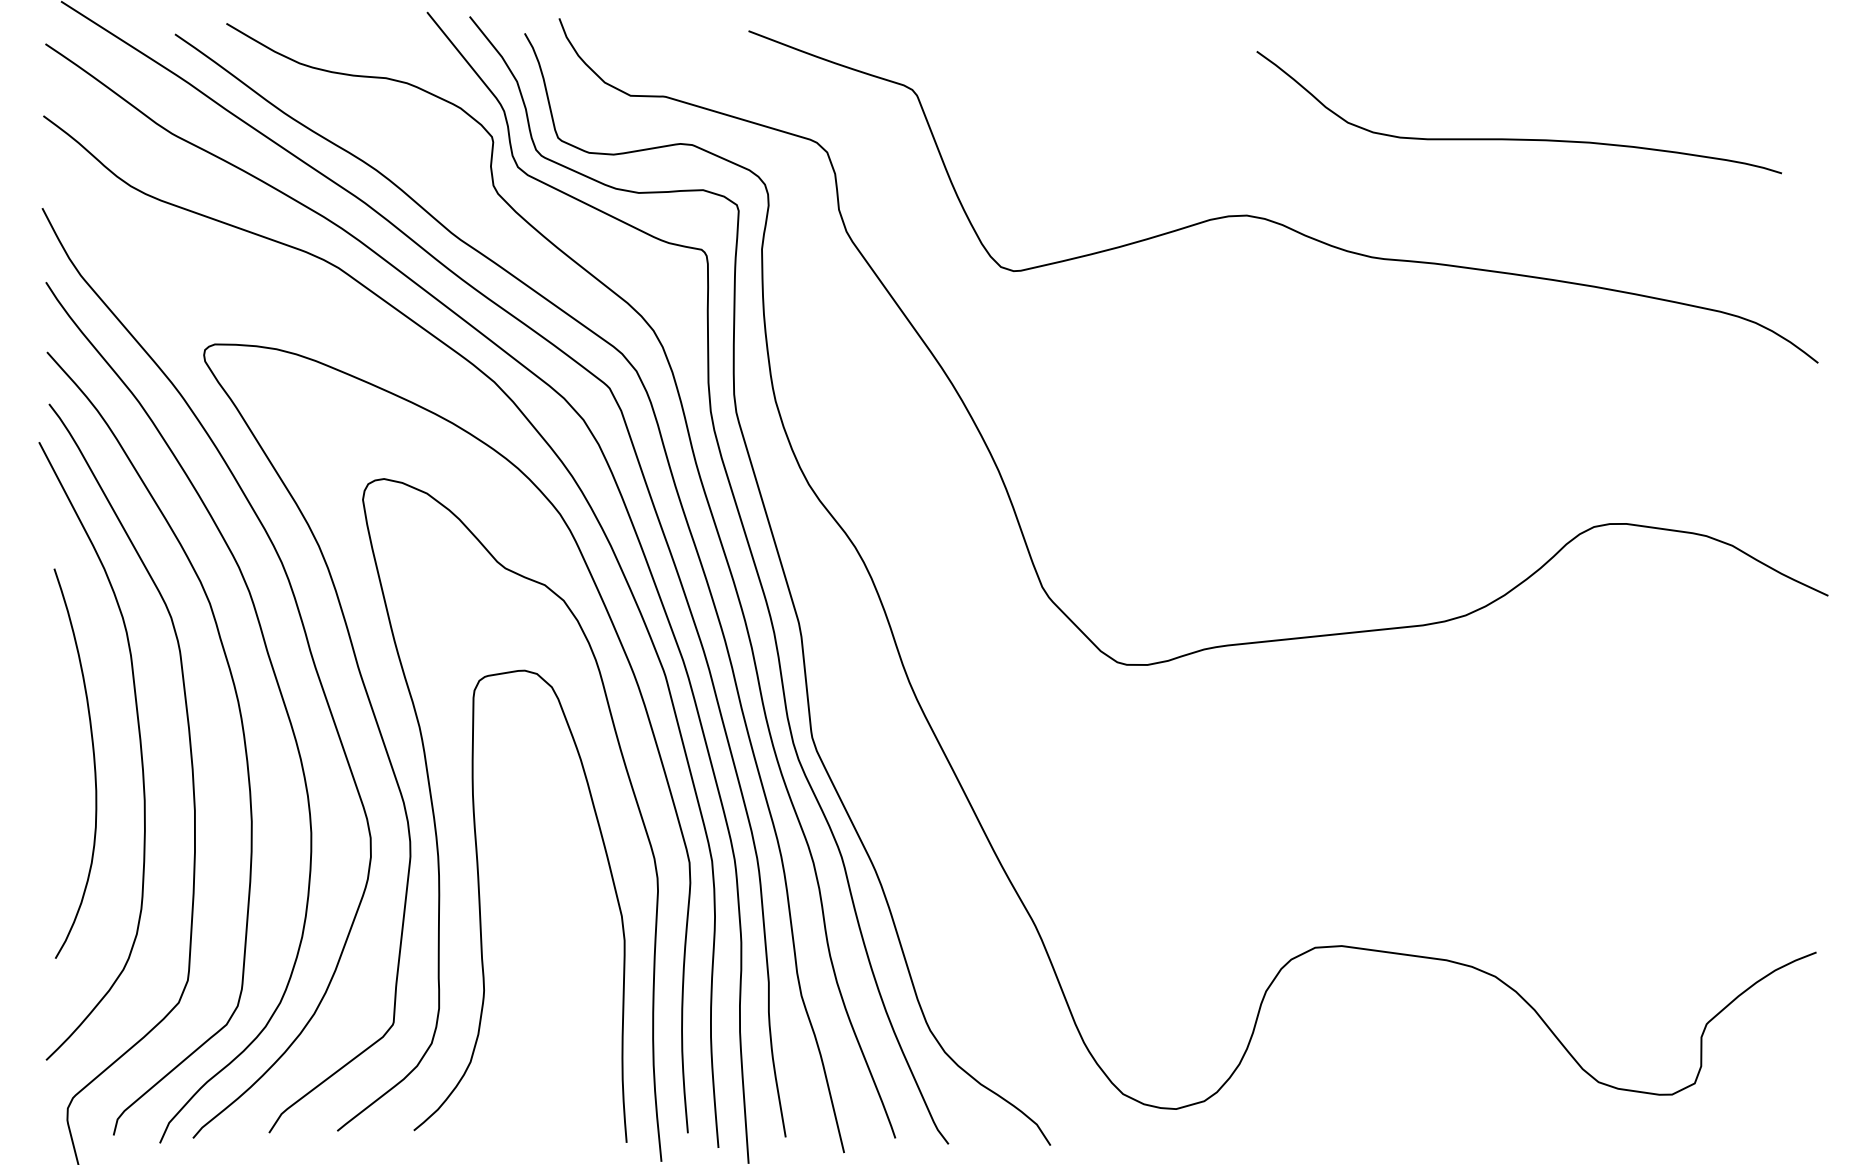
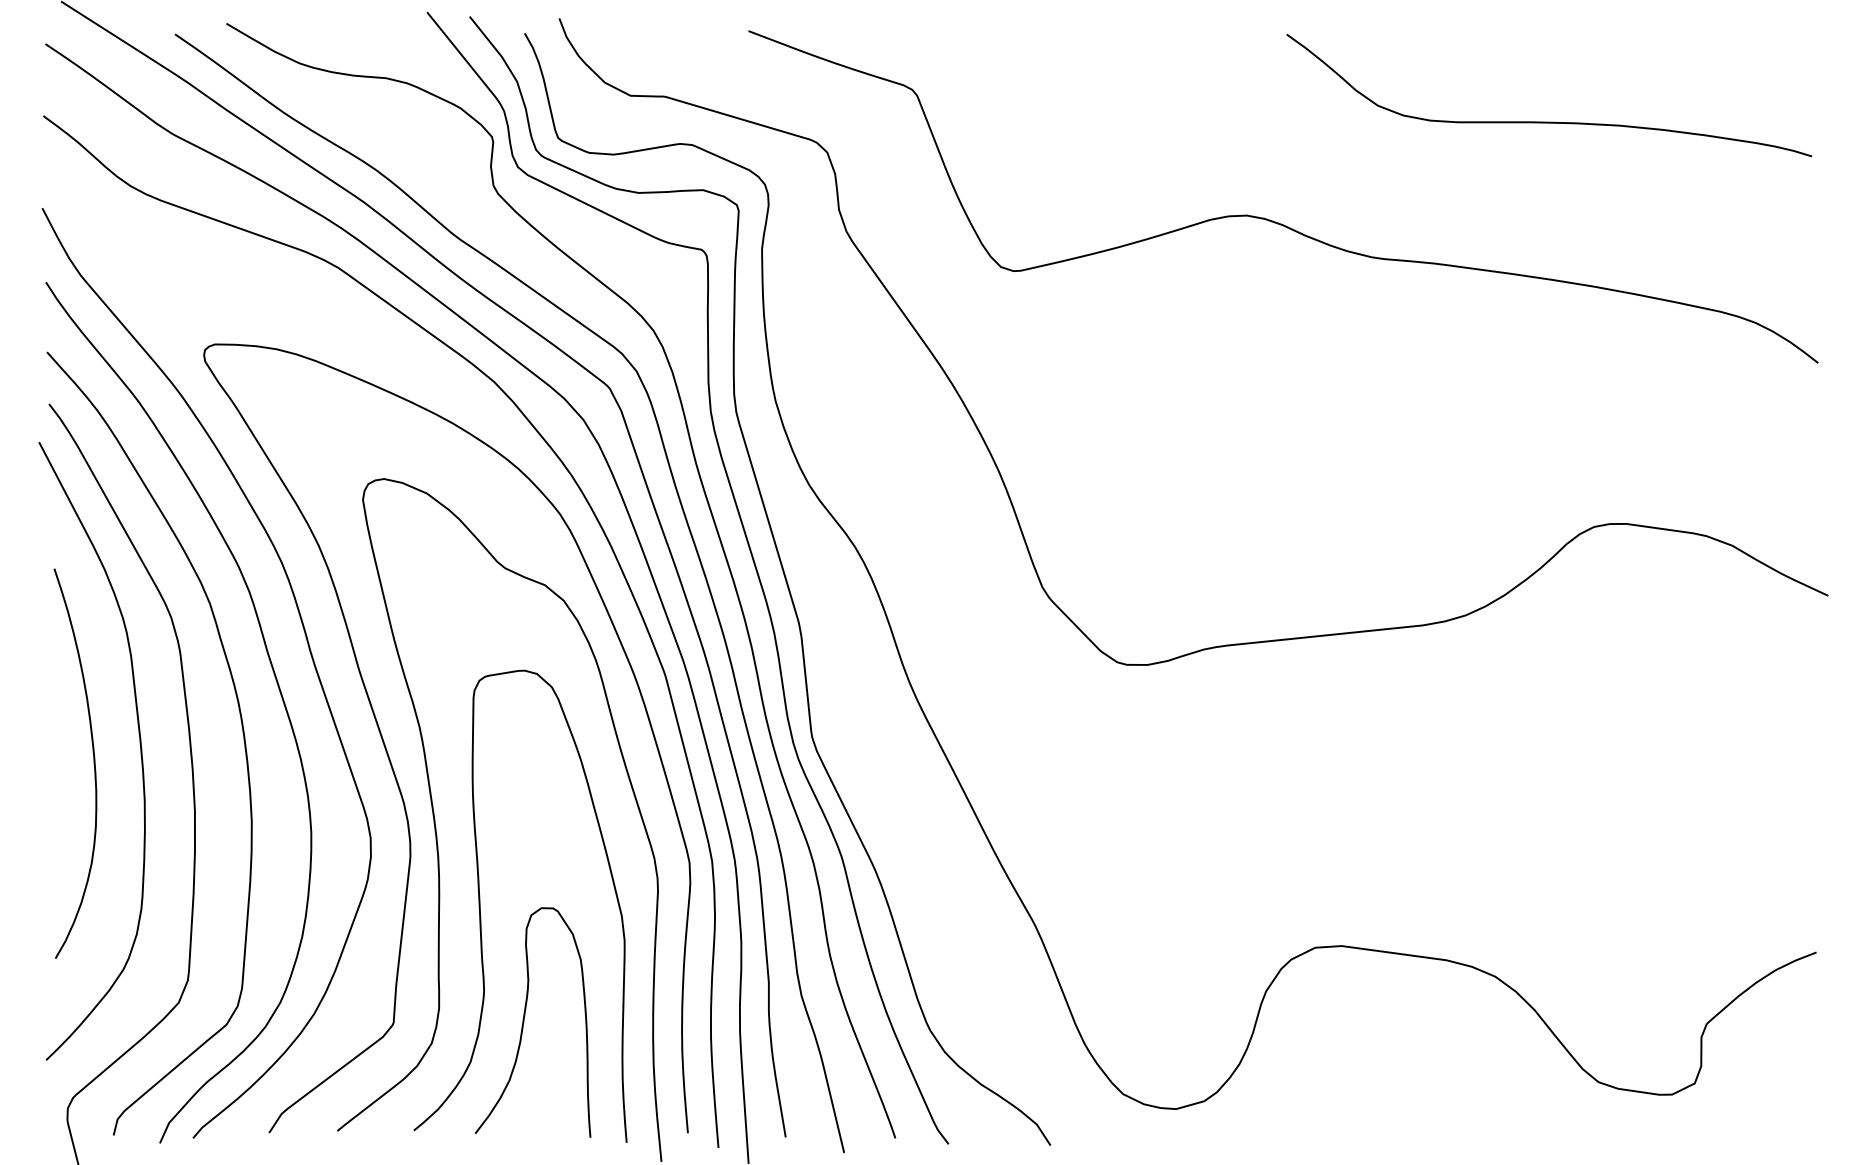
curve at (1519, 138) position: (1519, 138) -> (1549, 121)
curve at (524, 1022): none -> present
